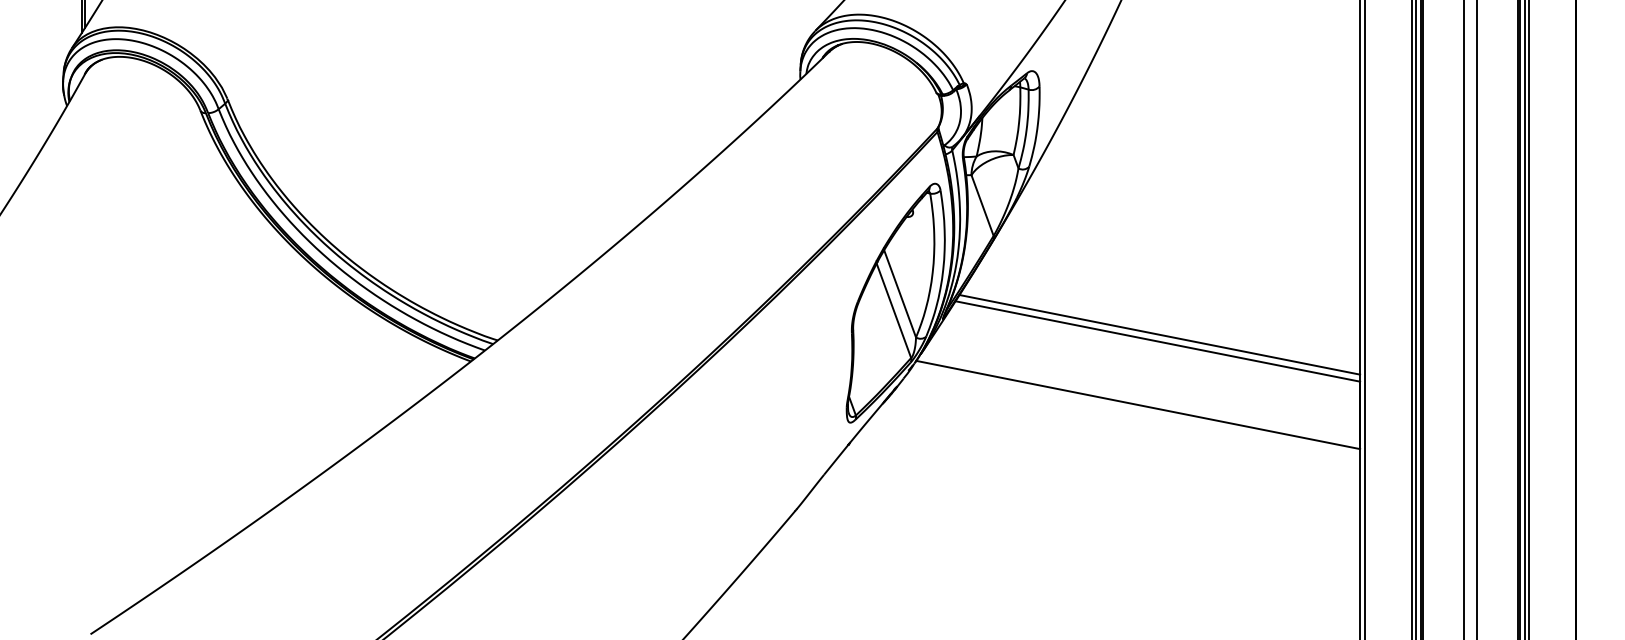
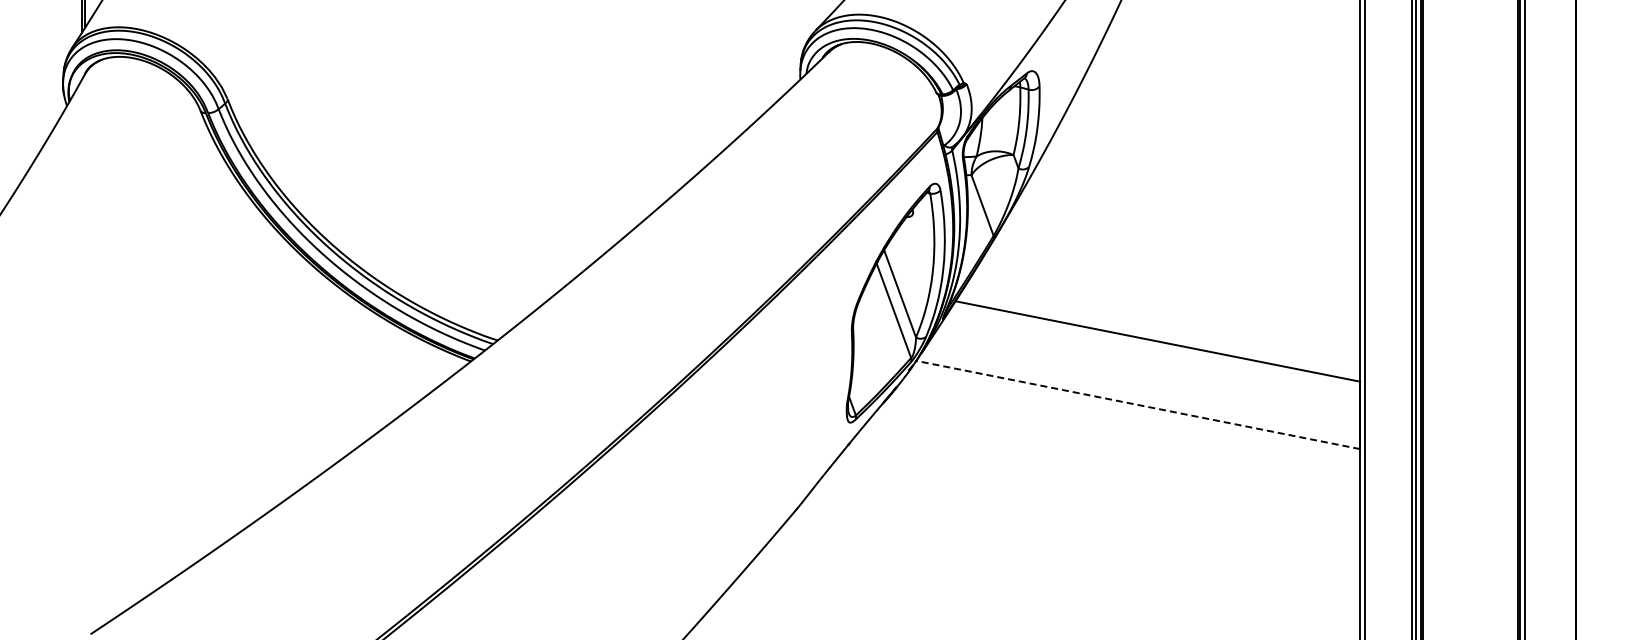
line at (1463, 319): present -> none
line at (1477, 319): present -> none
line at (1529, 319): present -> none
line at (1159, 334): present -> none
line at (1137, 404): solid -> dashed
